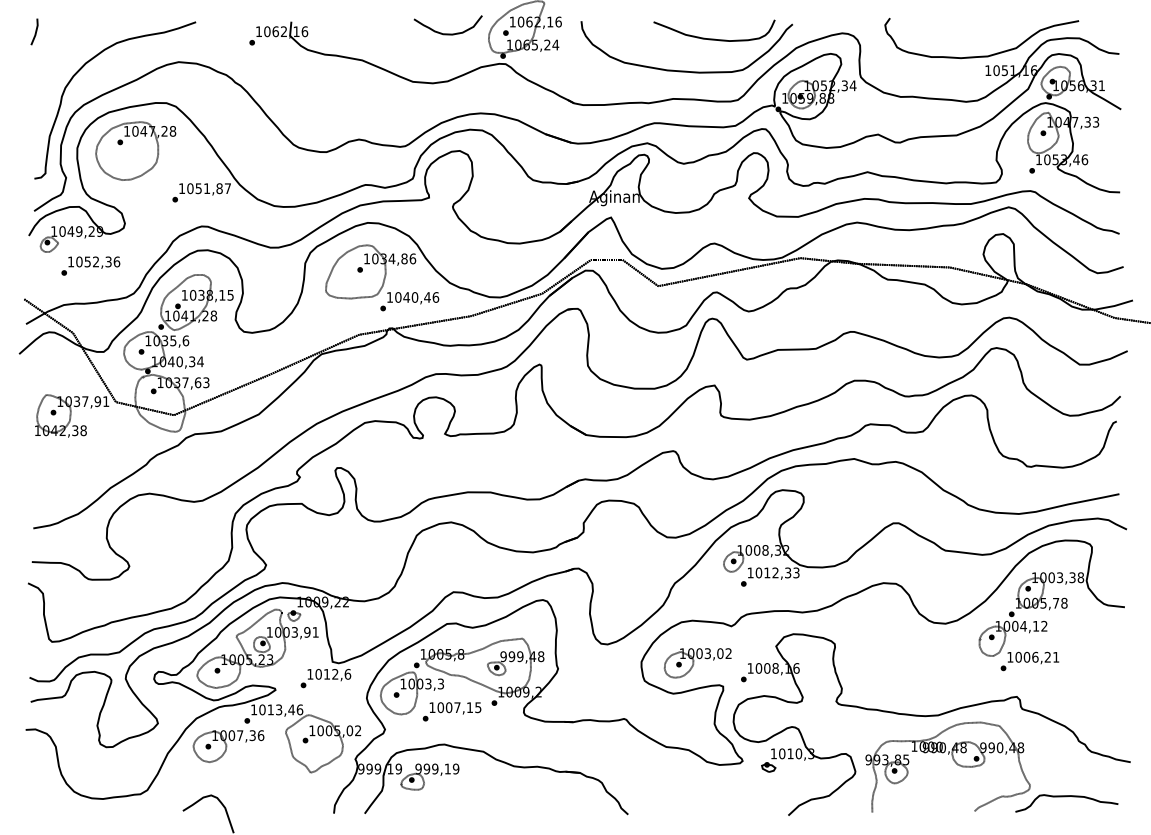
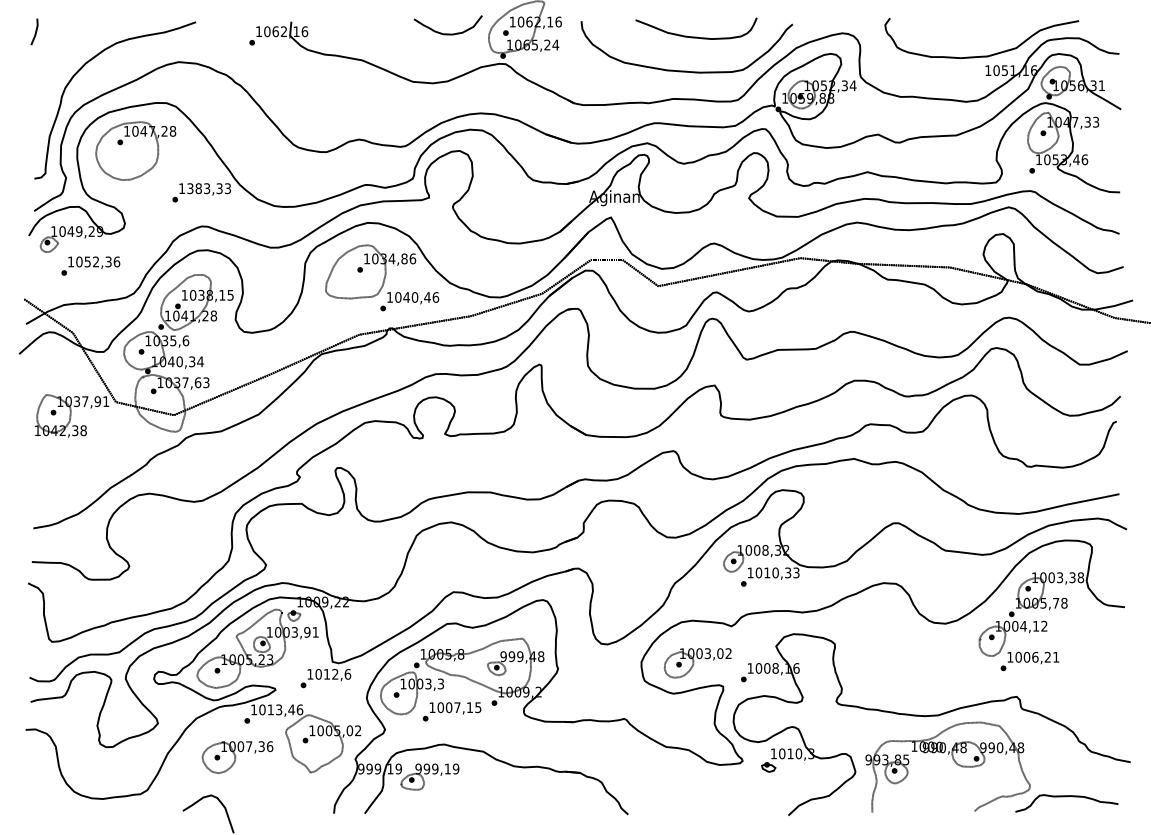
part at (714, 38) position: (714, 38) -> (696, 36)
text at (208, 188): 1051,87 -> 1383,33
text at (775, 572): 1012,33 -> 1010,33
part at (228, 746) position: (228, 746) -> (237, 757)
